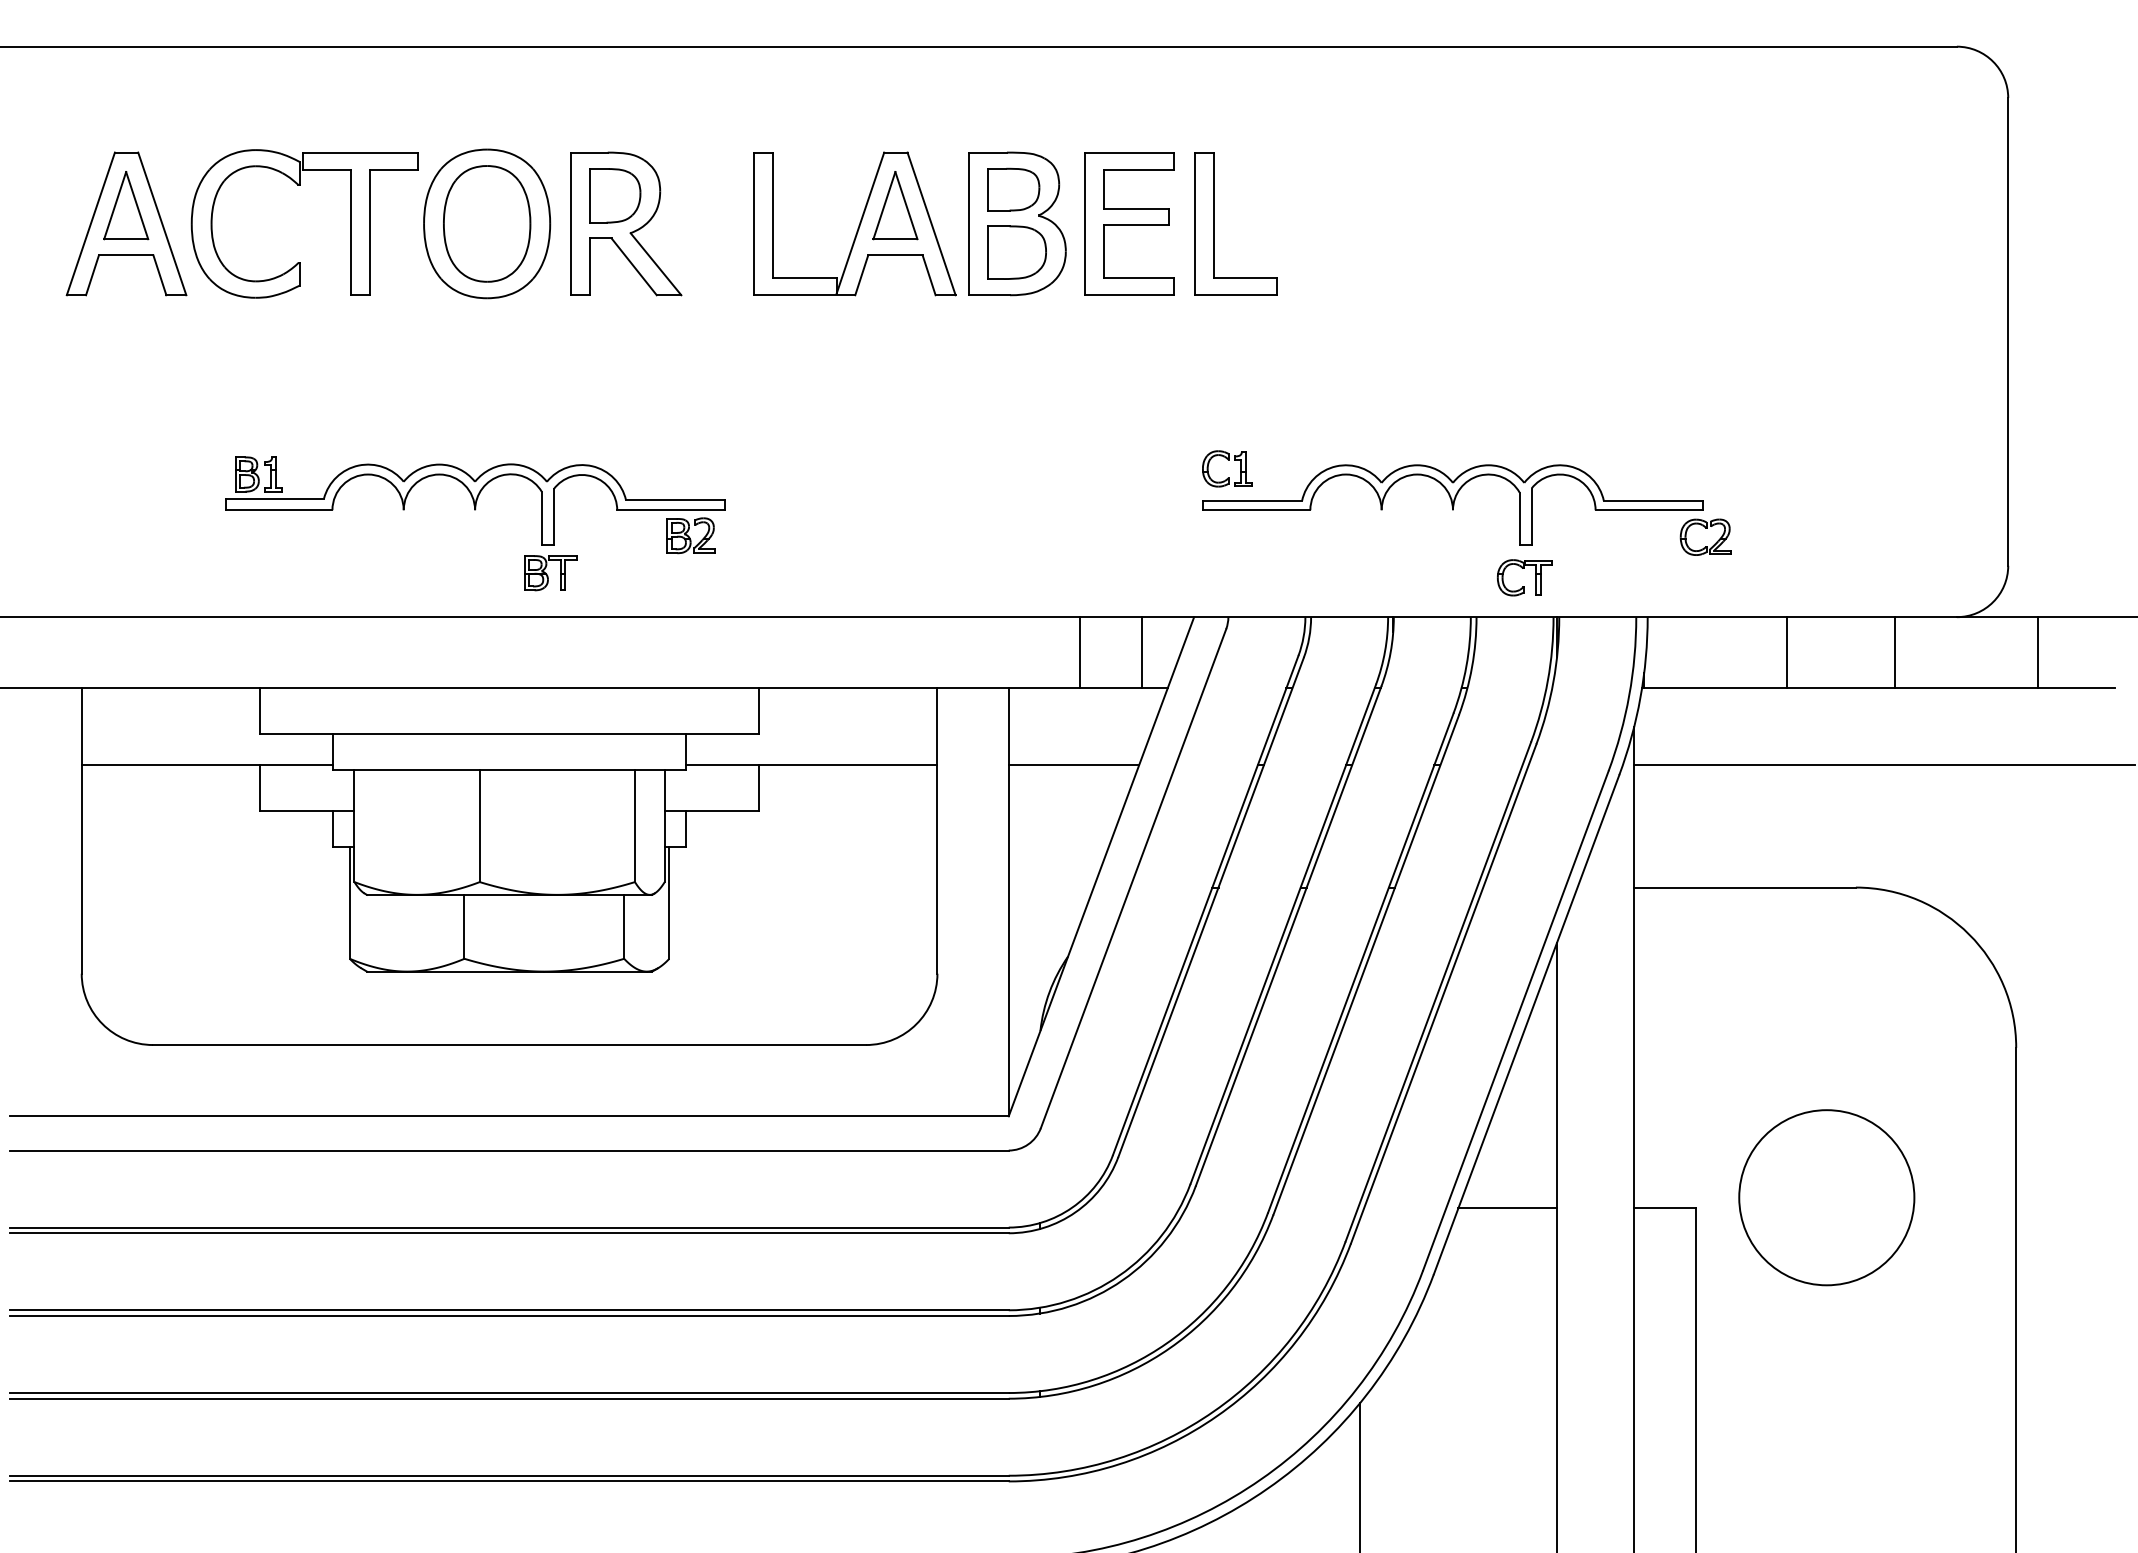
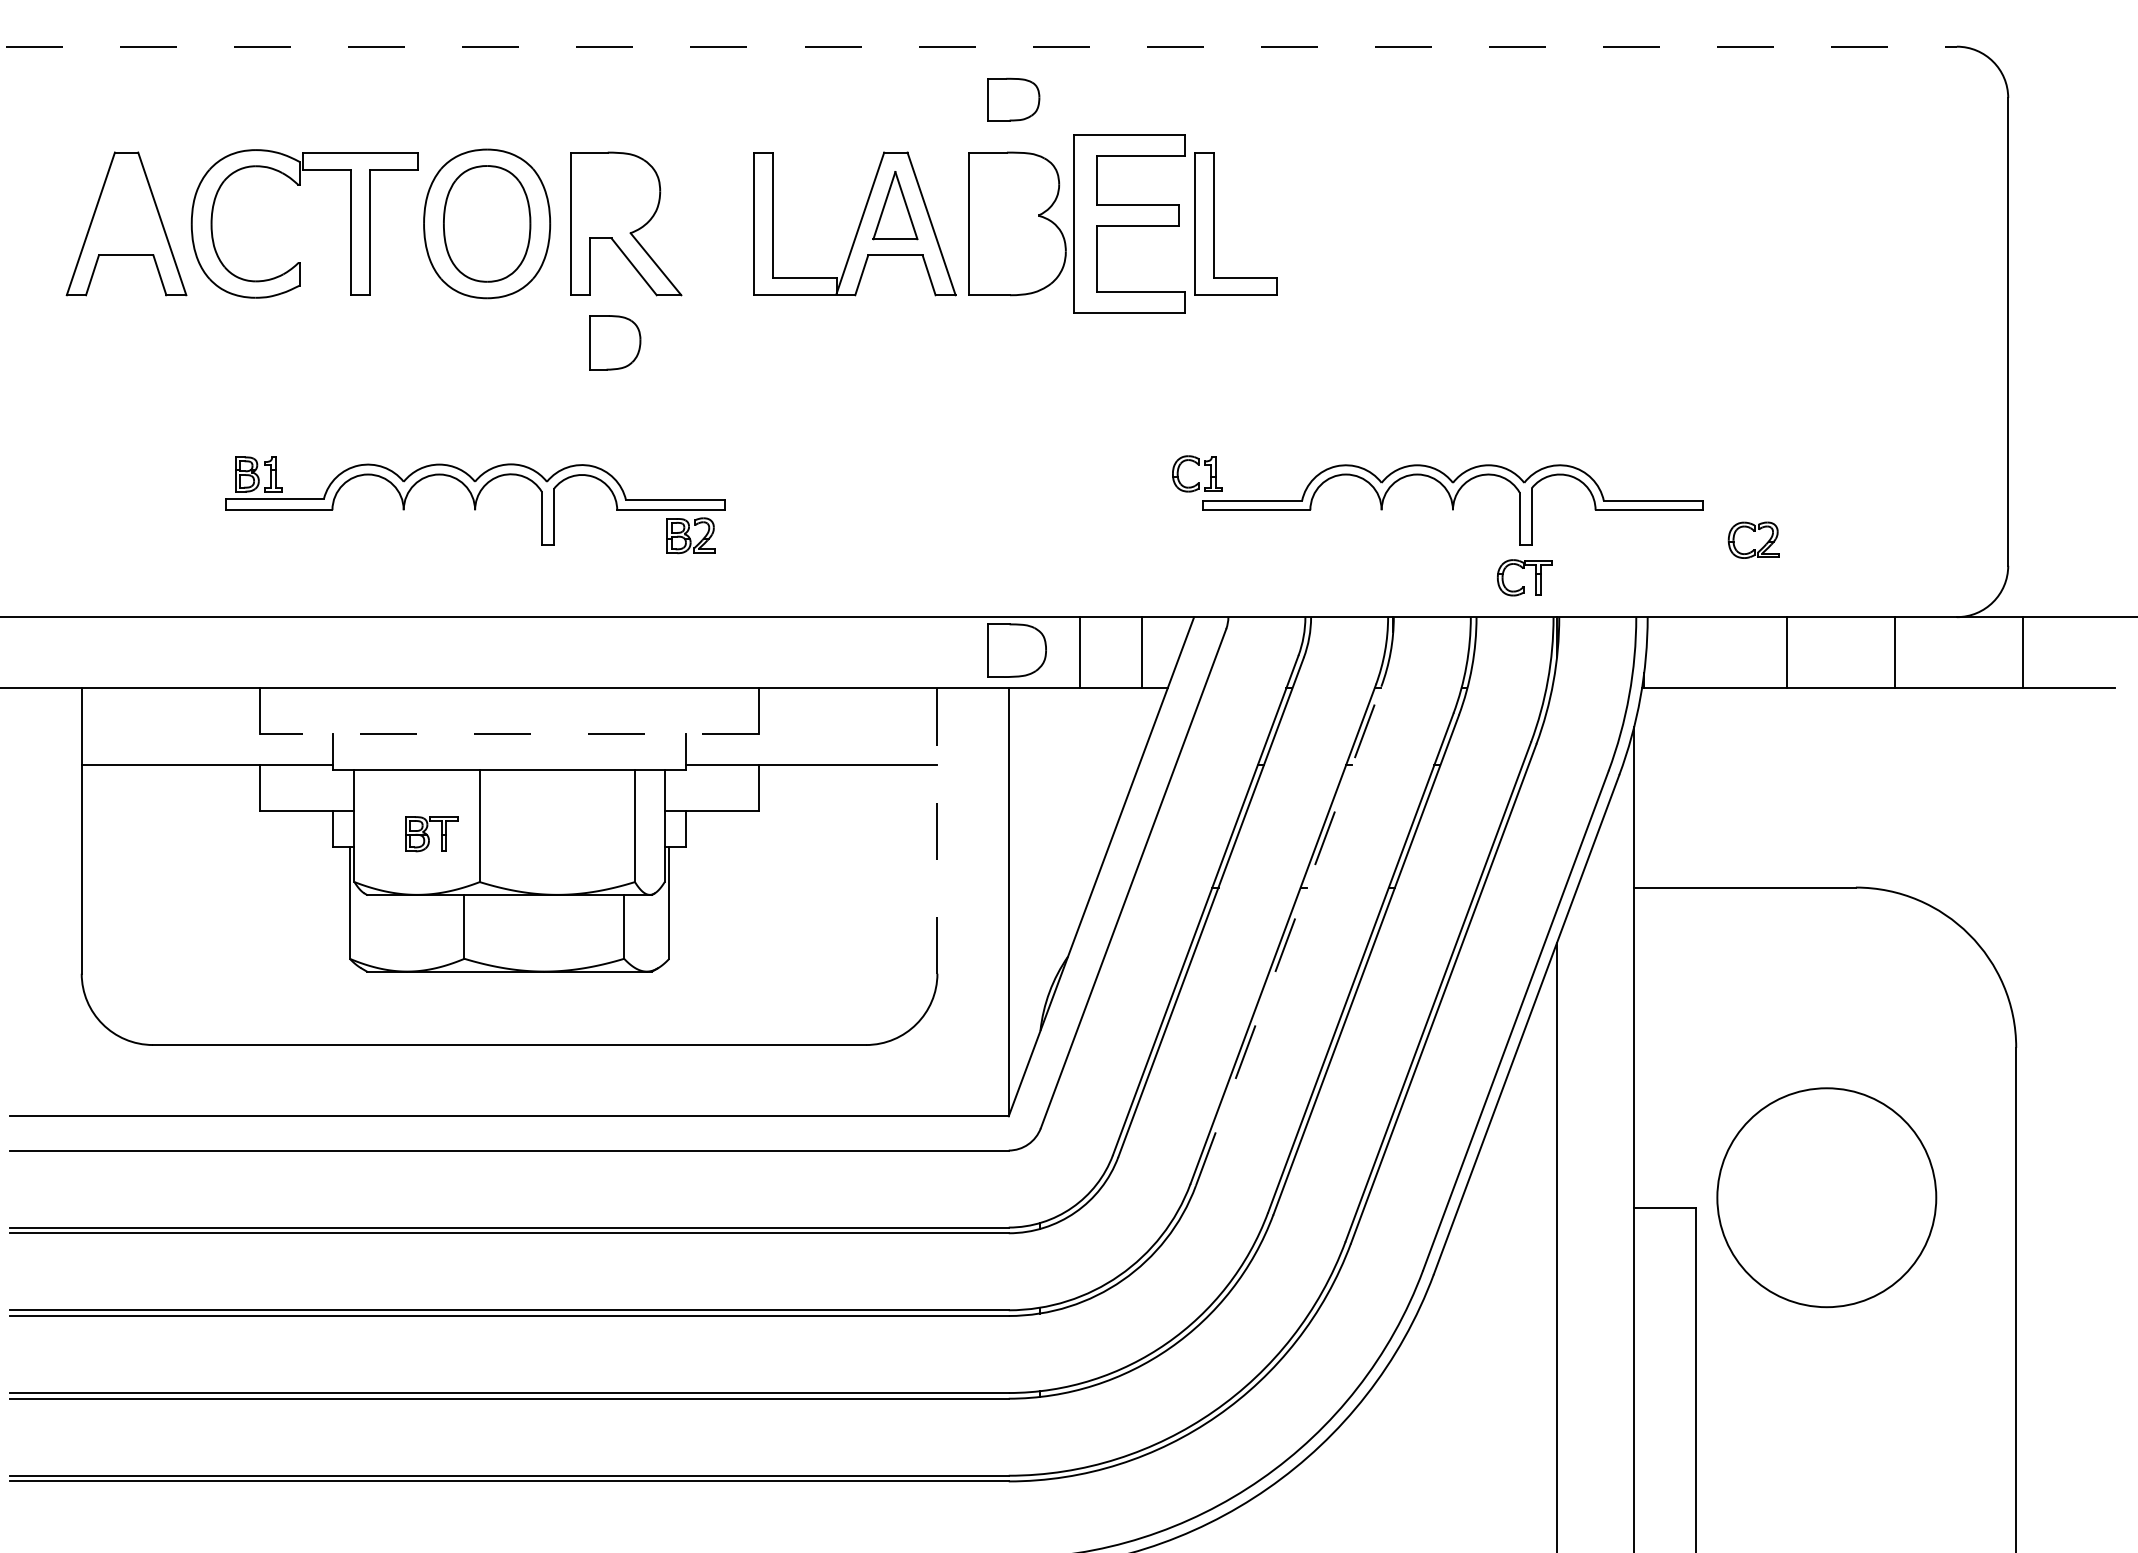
line at (978, 46): solid -> dashed
part at (1013, 189) position: (1013, 189) -> (1013, 99)
part at (615, 195) position: (615, 195) -> (615, 342)
part at (126, 205): present -> none
part at (1129, 223) size: 91x144 px -> 113x180 px
part at (1016, 252) position: (1016, 252) -> (1016, 650)
part at (1228, 460) position: (1228, 460) -> (1198, 465)
part at (1705, 528) position: (1705, 528) -> (1753, 531)
part at (550, 573) position: (550, 573) -> (431, 834)
line at (2037, 652) position: (2037, 652) -> (2022, 652)
line at (509, 734): solid -> dashed
line at (1073, 765): present -> none
line at (1884, 765): present -> none
line at (937, 831): solid -> dashed
line at (1288, 935): solid -> dashed
circle at (1826, 1197) diameter: 175 px -> 219 px
line at (1507, 1208): present -> none
line at (1360, 1476): present -> none
